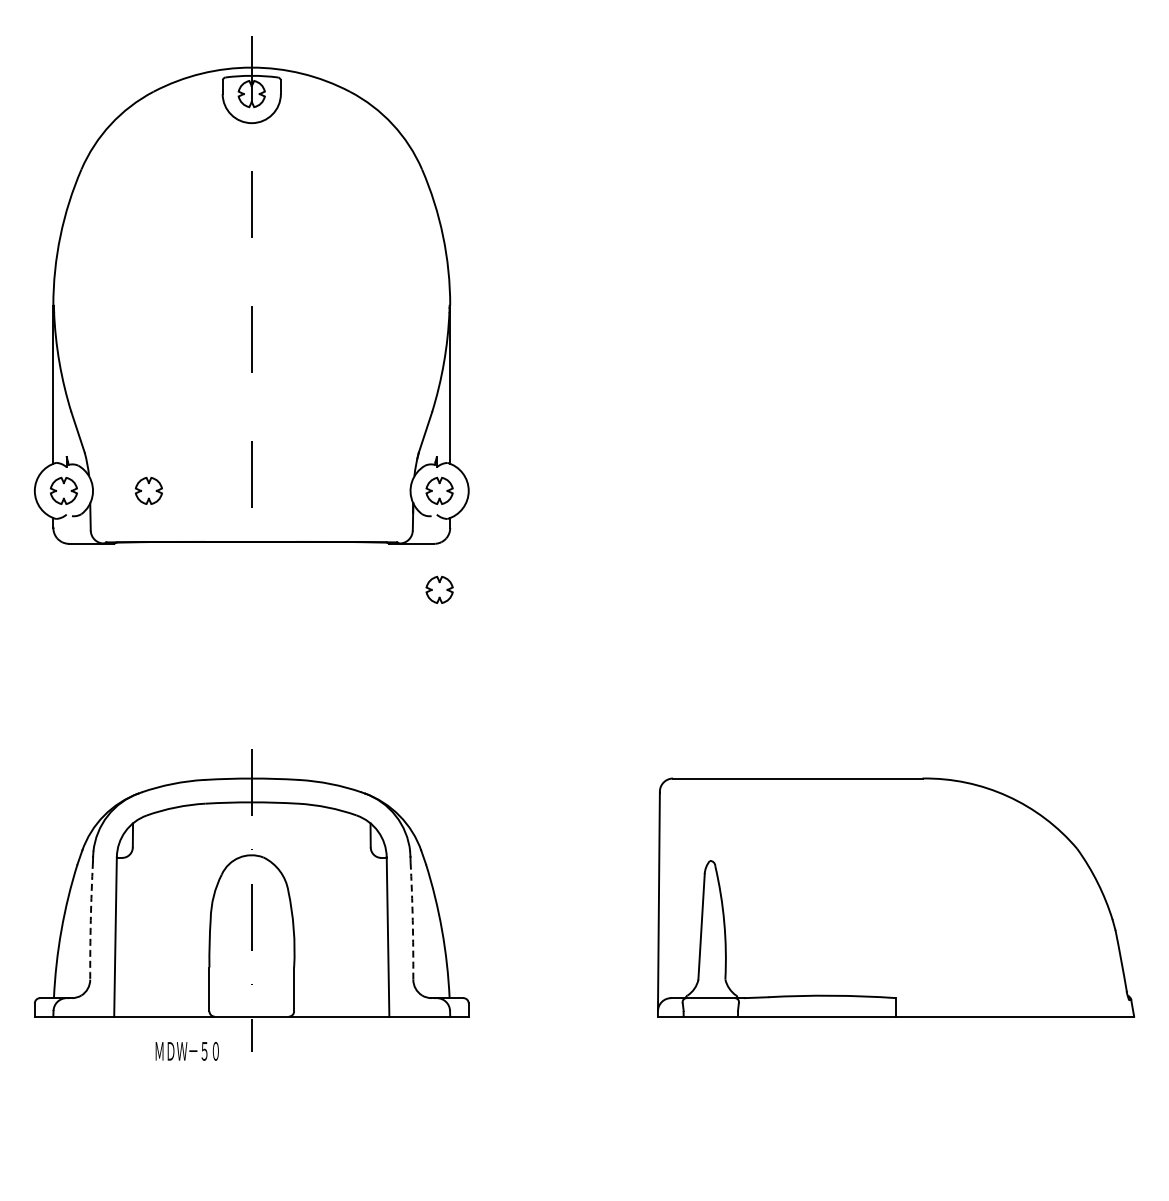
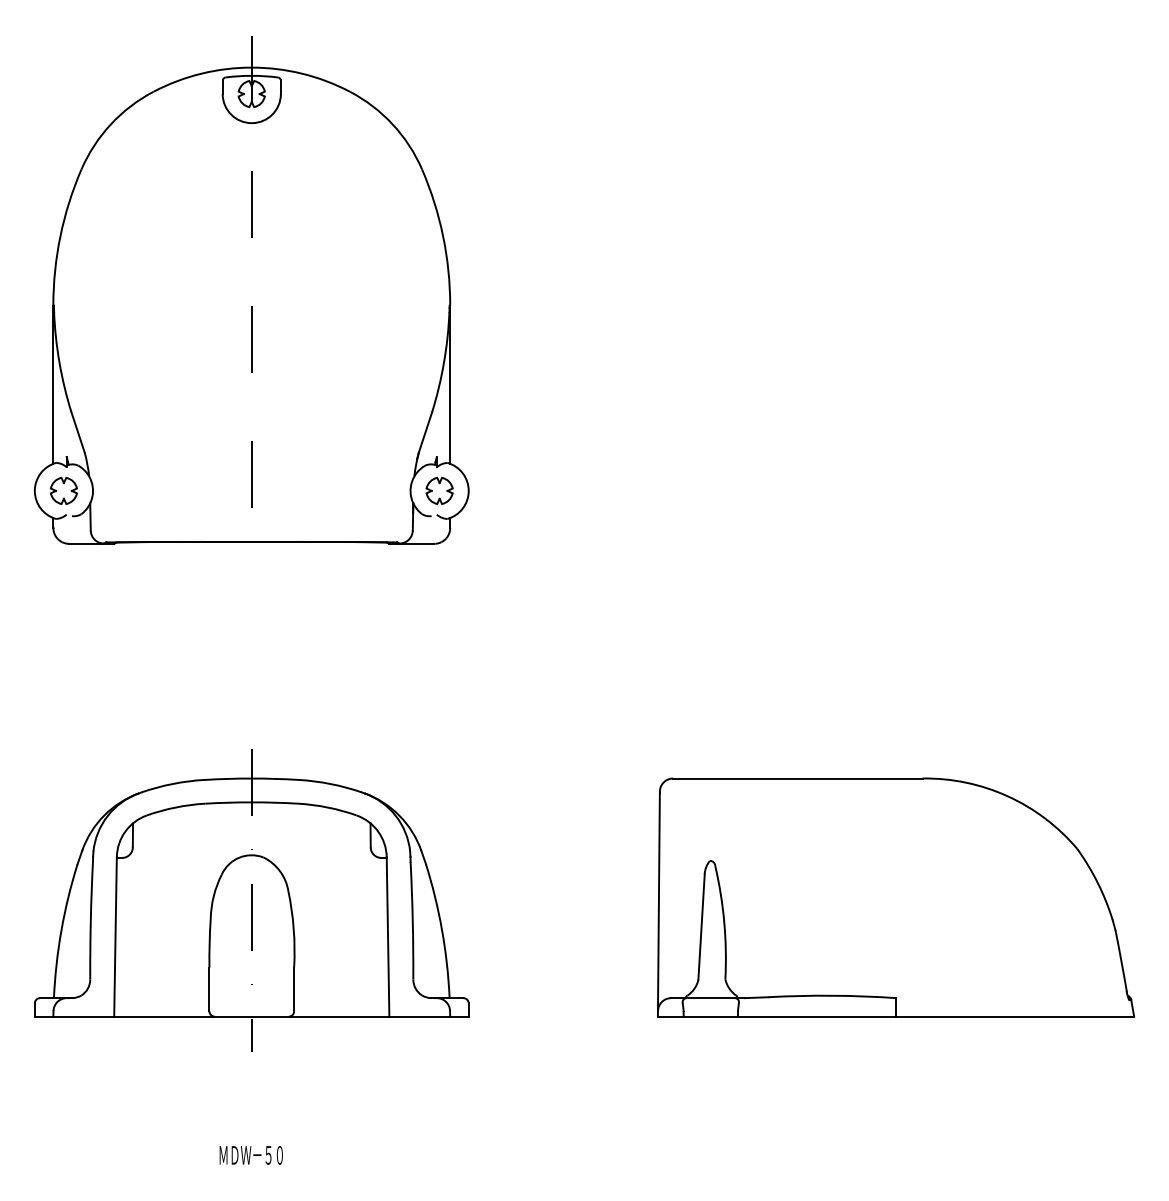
part at (148, 490): present -> none
part at (439, 589): present -> none
arc at (90, 920): dashed -> solid
arc at (412, 920): dashed -> solid
text at (186, 1051) position: (186, 1051) -> (250, 1155)
